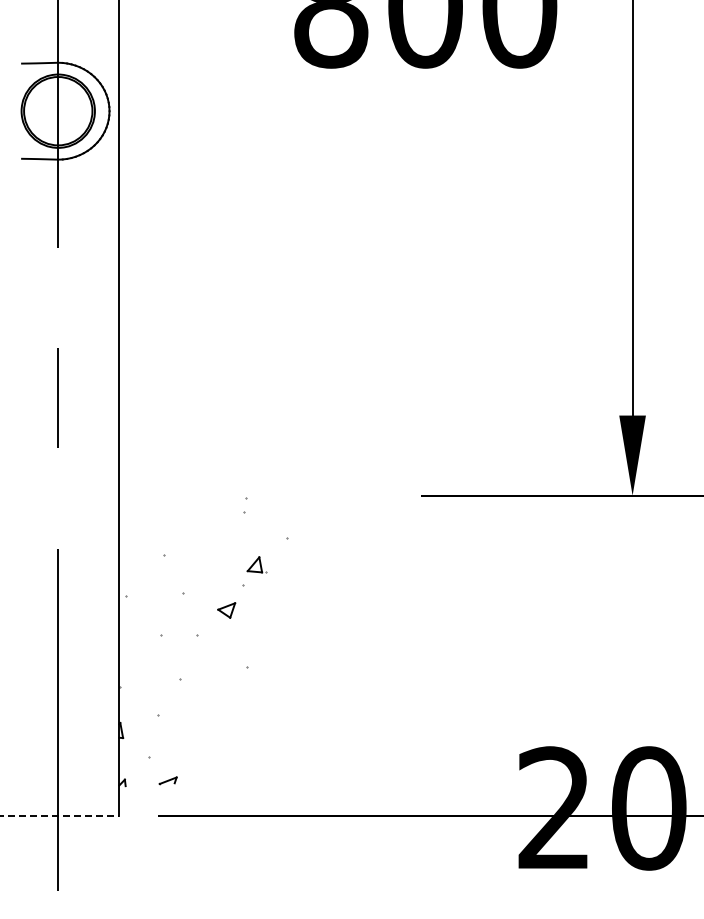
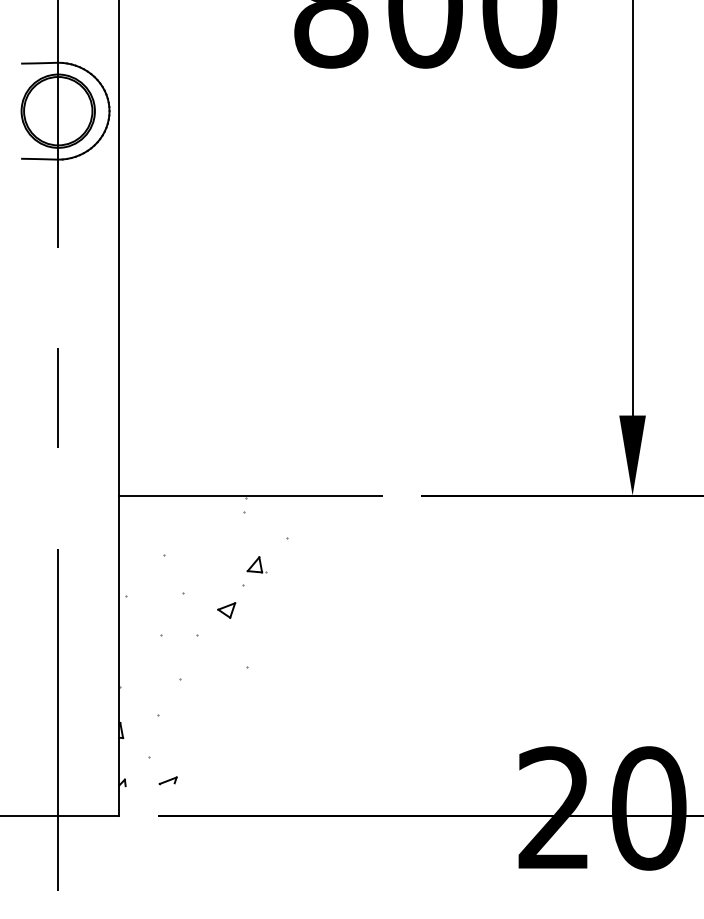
line at (250, 495): none -> present
line at (59, 816): dashed -> solid
